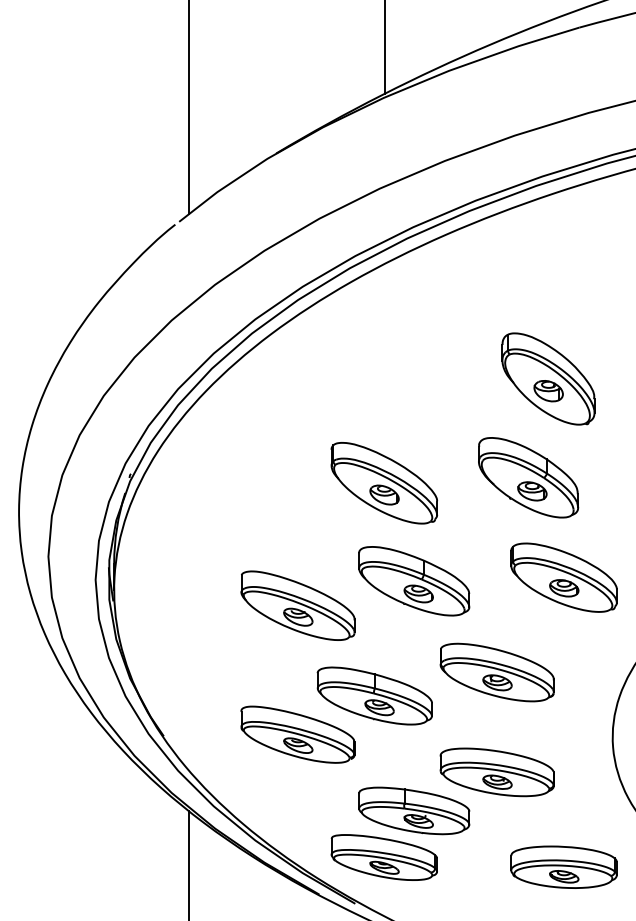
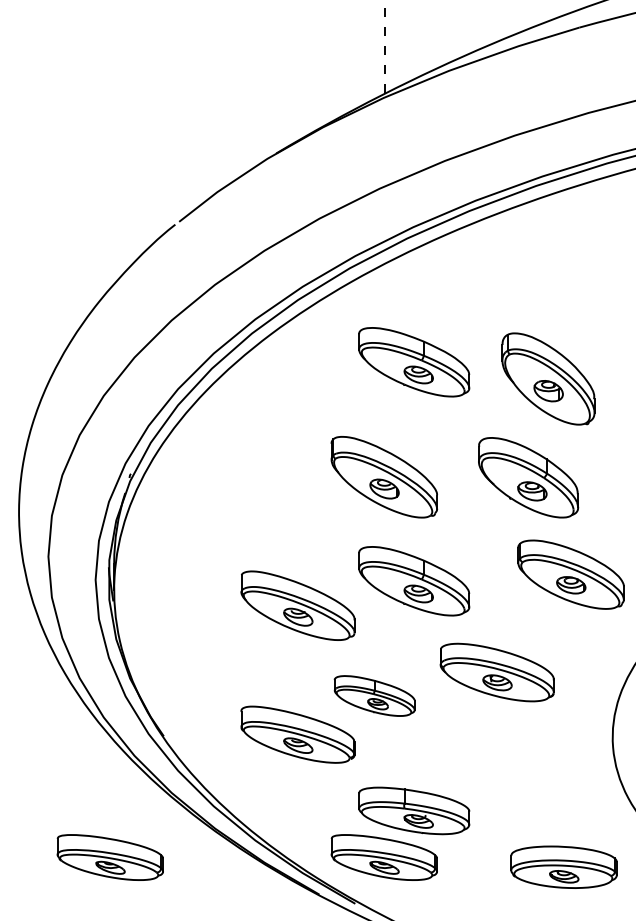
line at (385, 46): solid -> dashed
line at (189, 107): present -> none
part at (414, 362): none -> present
part at (384, 483) position: (384, 483) -> (384, 477)
part at (563, 577) position: (563, 577) -> (570, 574)
part at (374, 695) size: 117x60 px -> 83x42 px
part at (496, 772): present -> none
part at (109, 857): none -> present
line at (189, 863): present -> none
